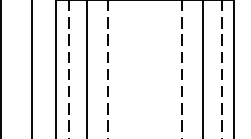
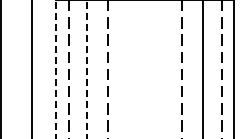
line at (56, 69): solid -> dashed
line at (87, 69): solid -> dashed
